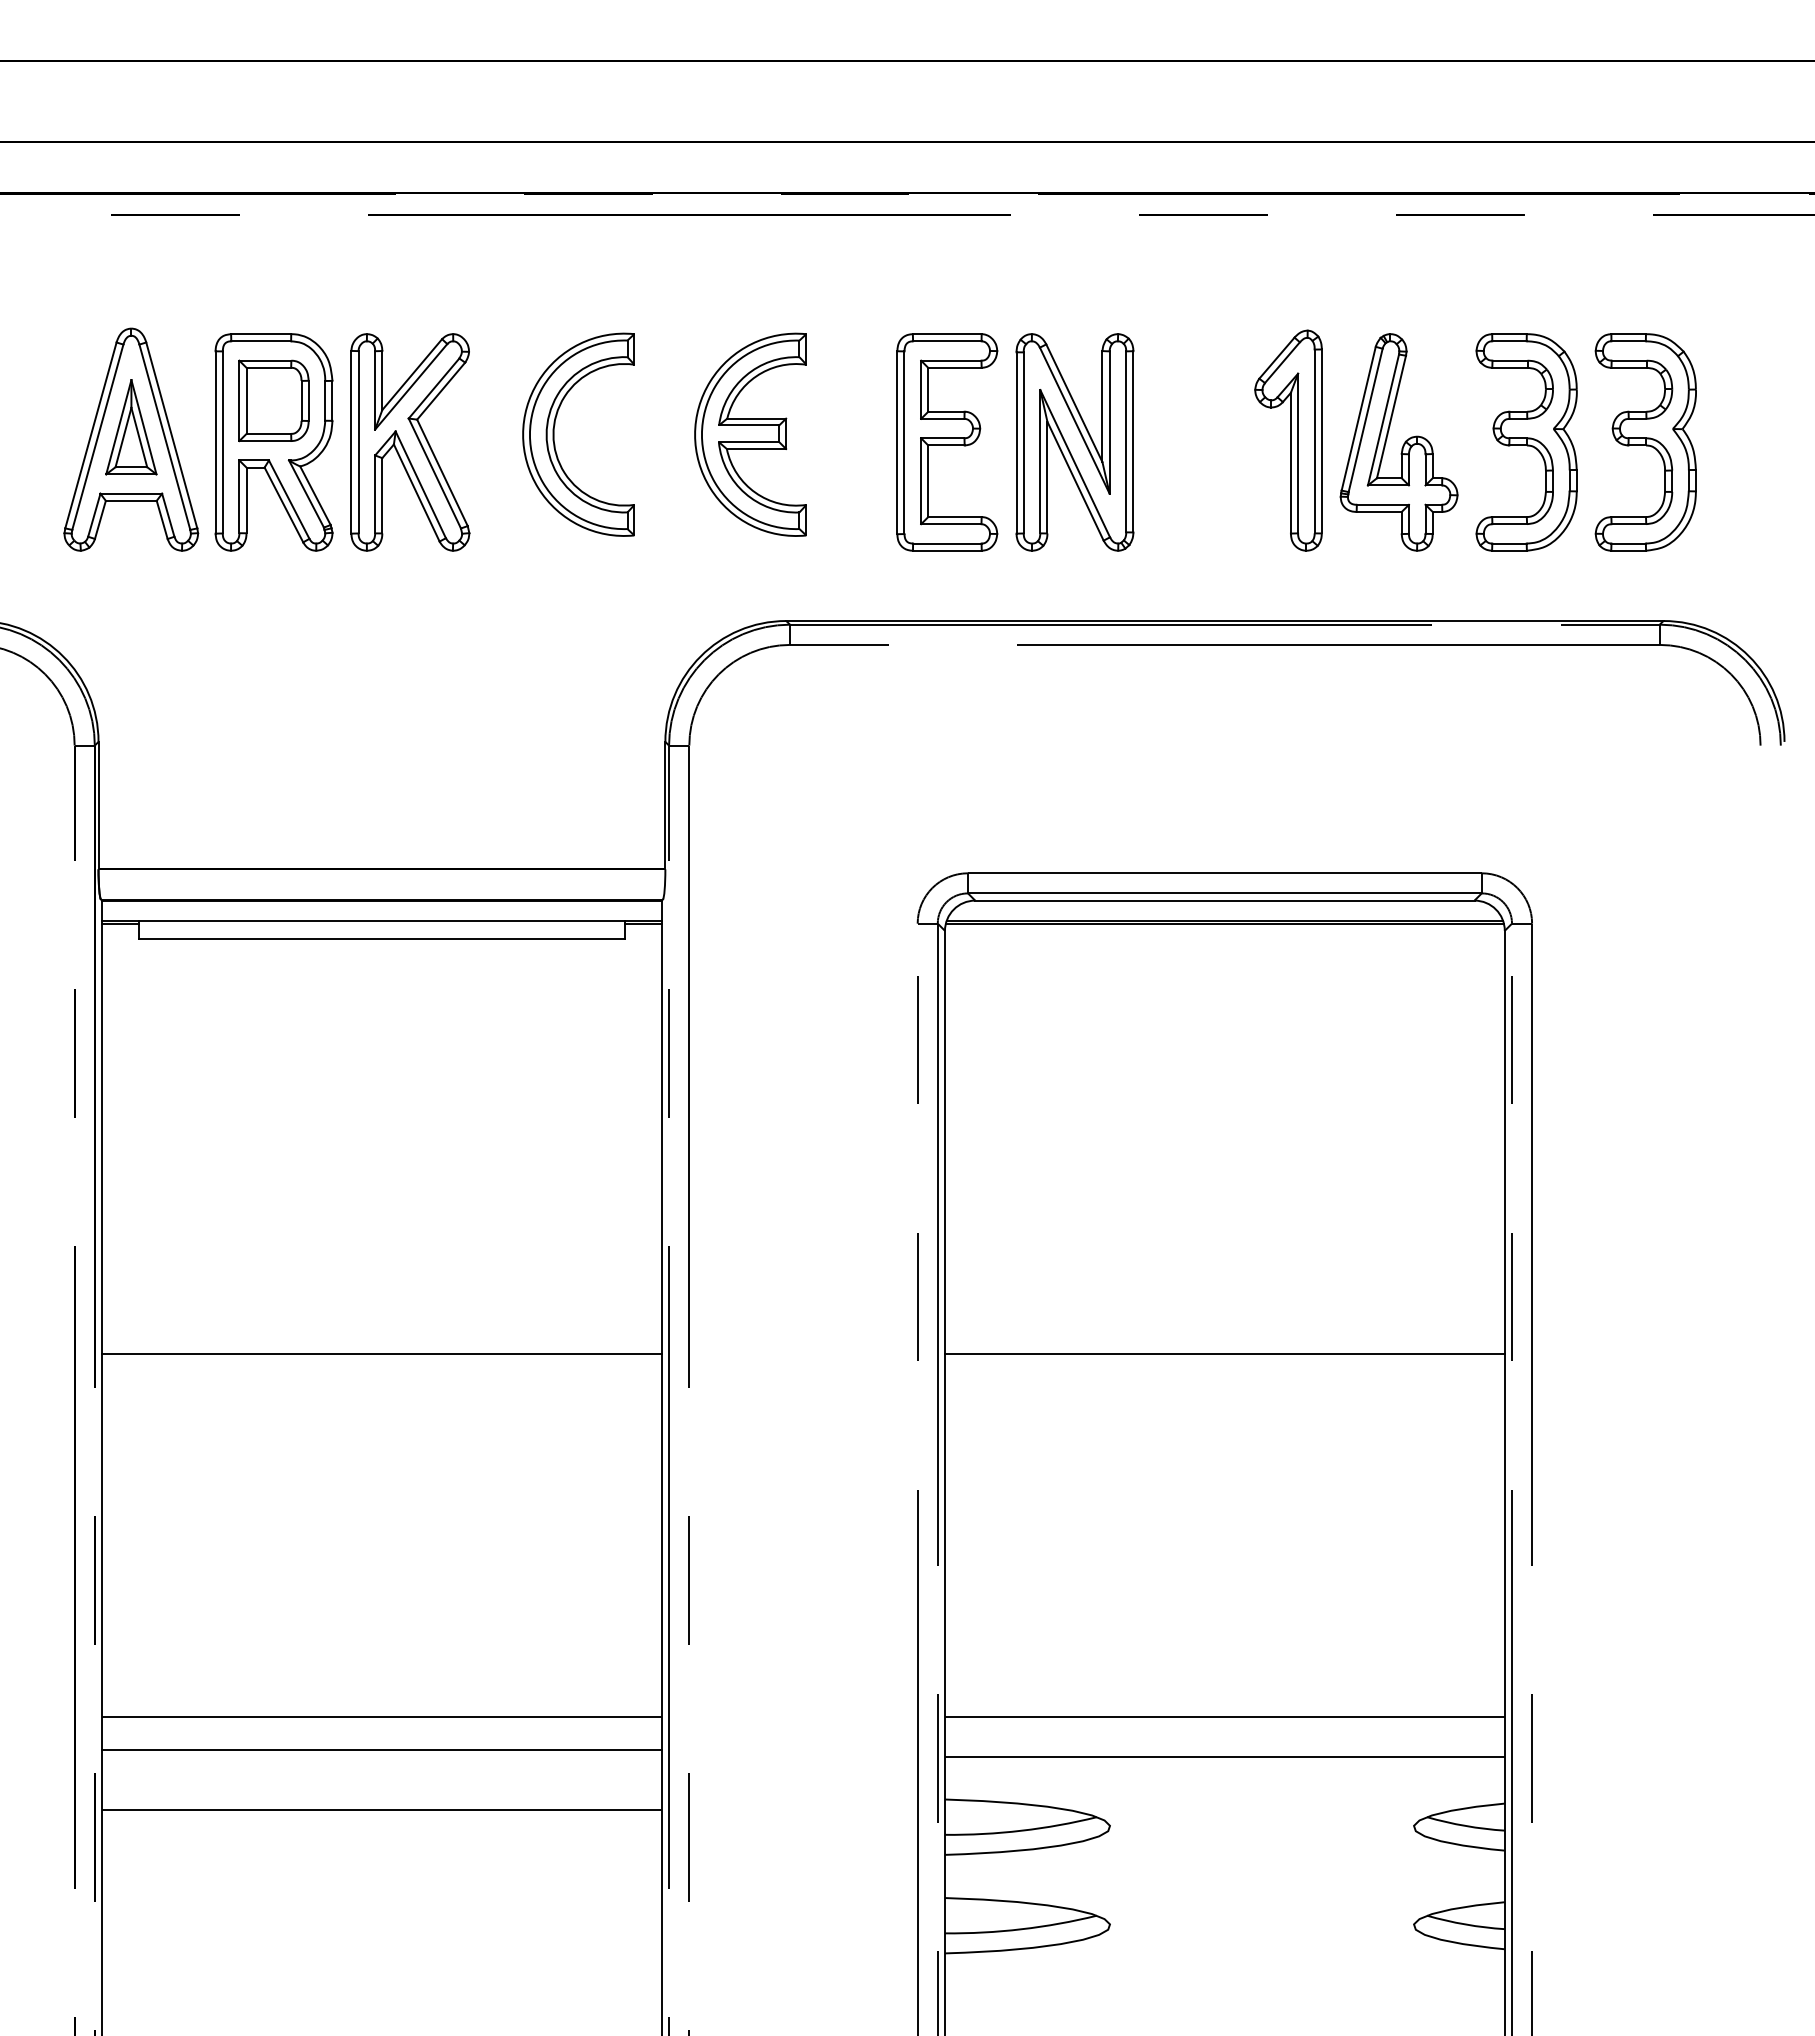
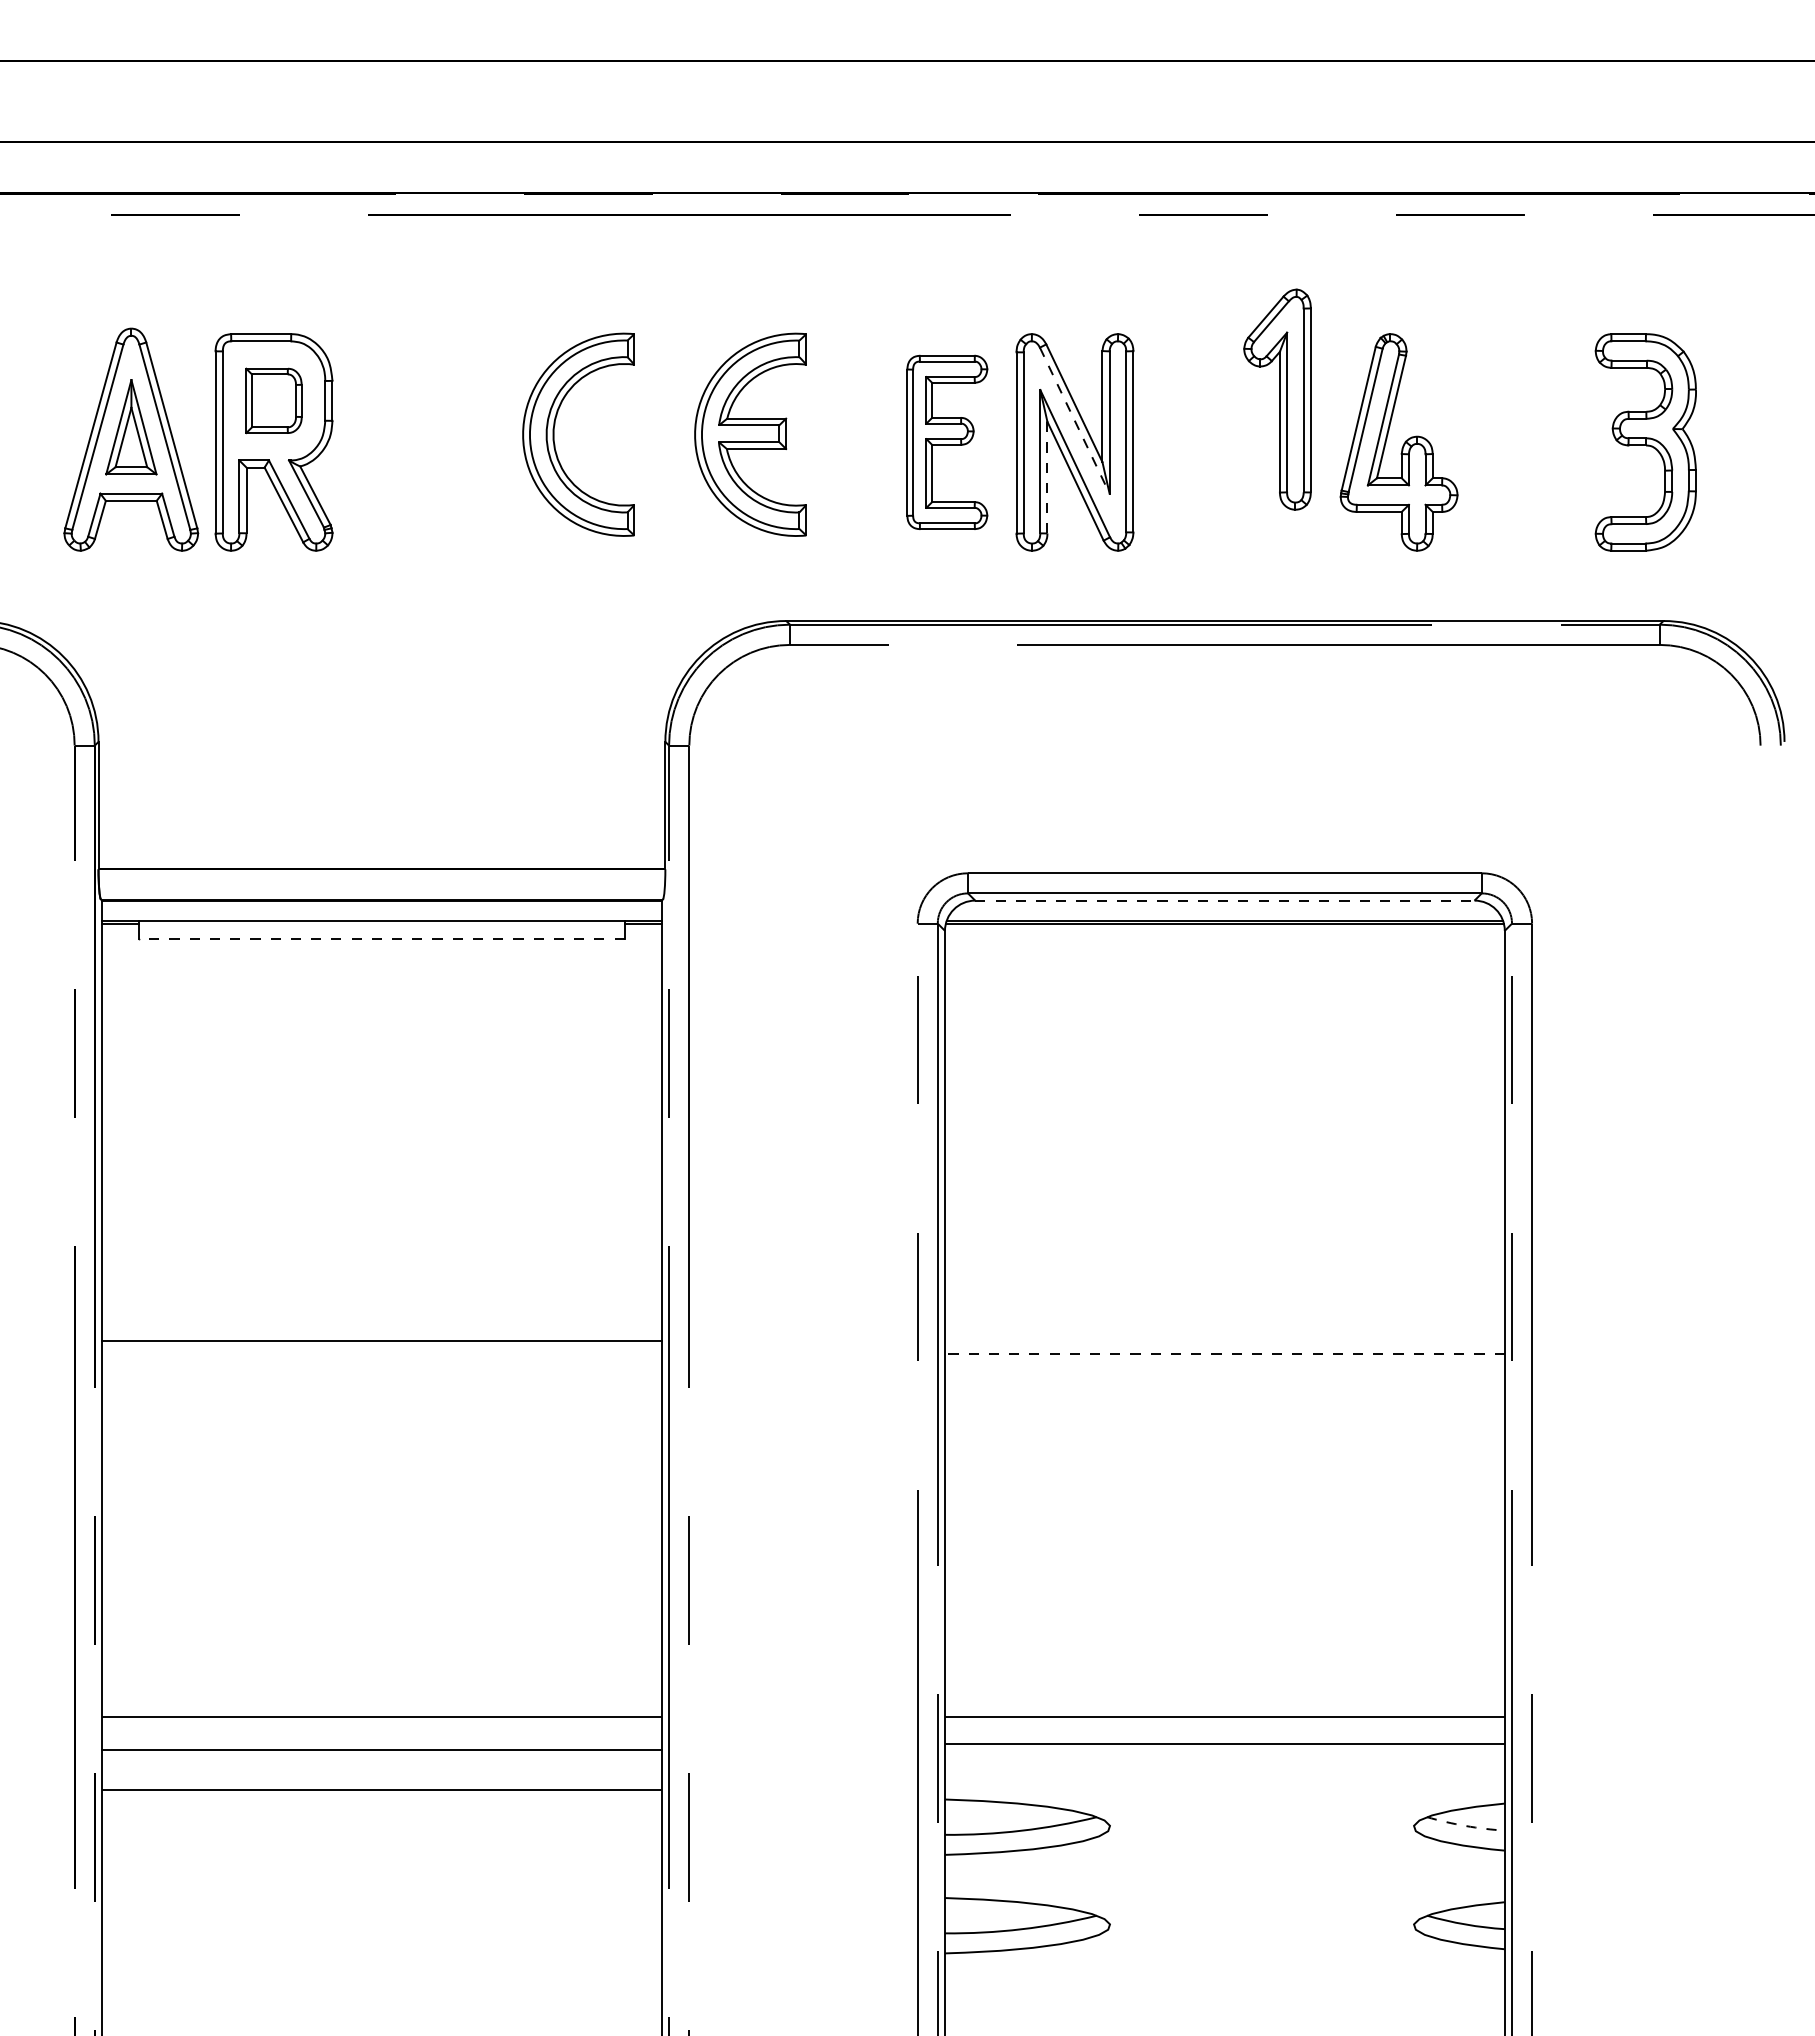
part at (273, 400) size: 72x84 px -> 58x68 px
line at (1074, 420): solid -> dashed
part at (1288, 440) position: (1288, 440) -> (1277, 399)
part at (410, 442): present -> none
part at (947, 442) size: 103x219 px -> 83x176 px
part at (1526, 442): present -> none
line at (1047, 477): solid -> dashed
line at (1224, 900): solid -> dashed
line at (381, 939): solid -> dashed
line at (381, 1354) position: (381, 1354) -> (381, 1341)
line at (1224, 1354): solid -> dashed
line at (1224, 1756) position: (1224, 1756) -> (1224, 1743)
line at (381, 1809) position: (381, 1809) -> (381, 1789)
arc at (1465, 1825): solid -> dashed
